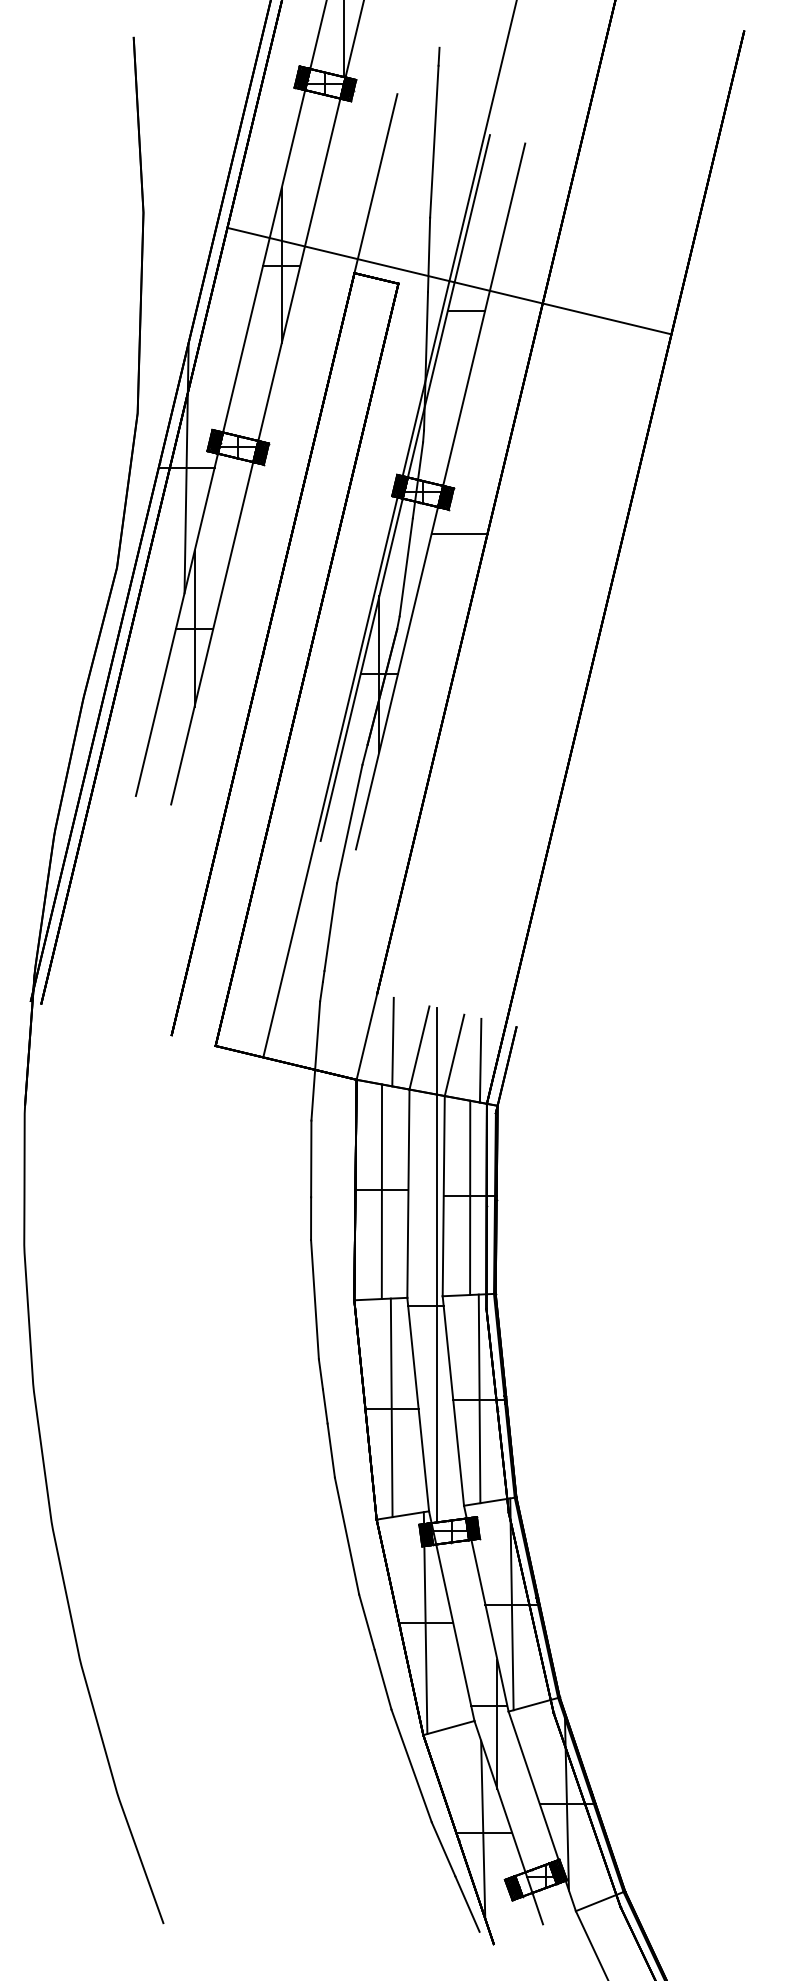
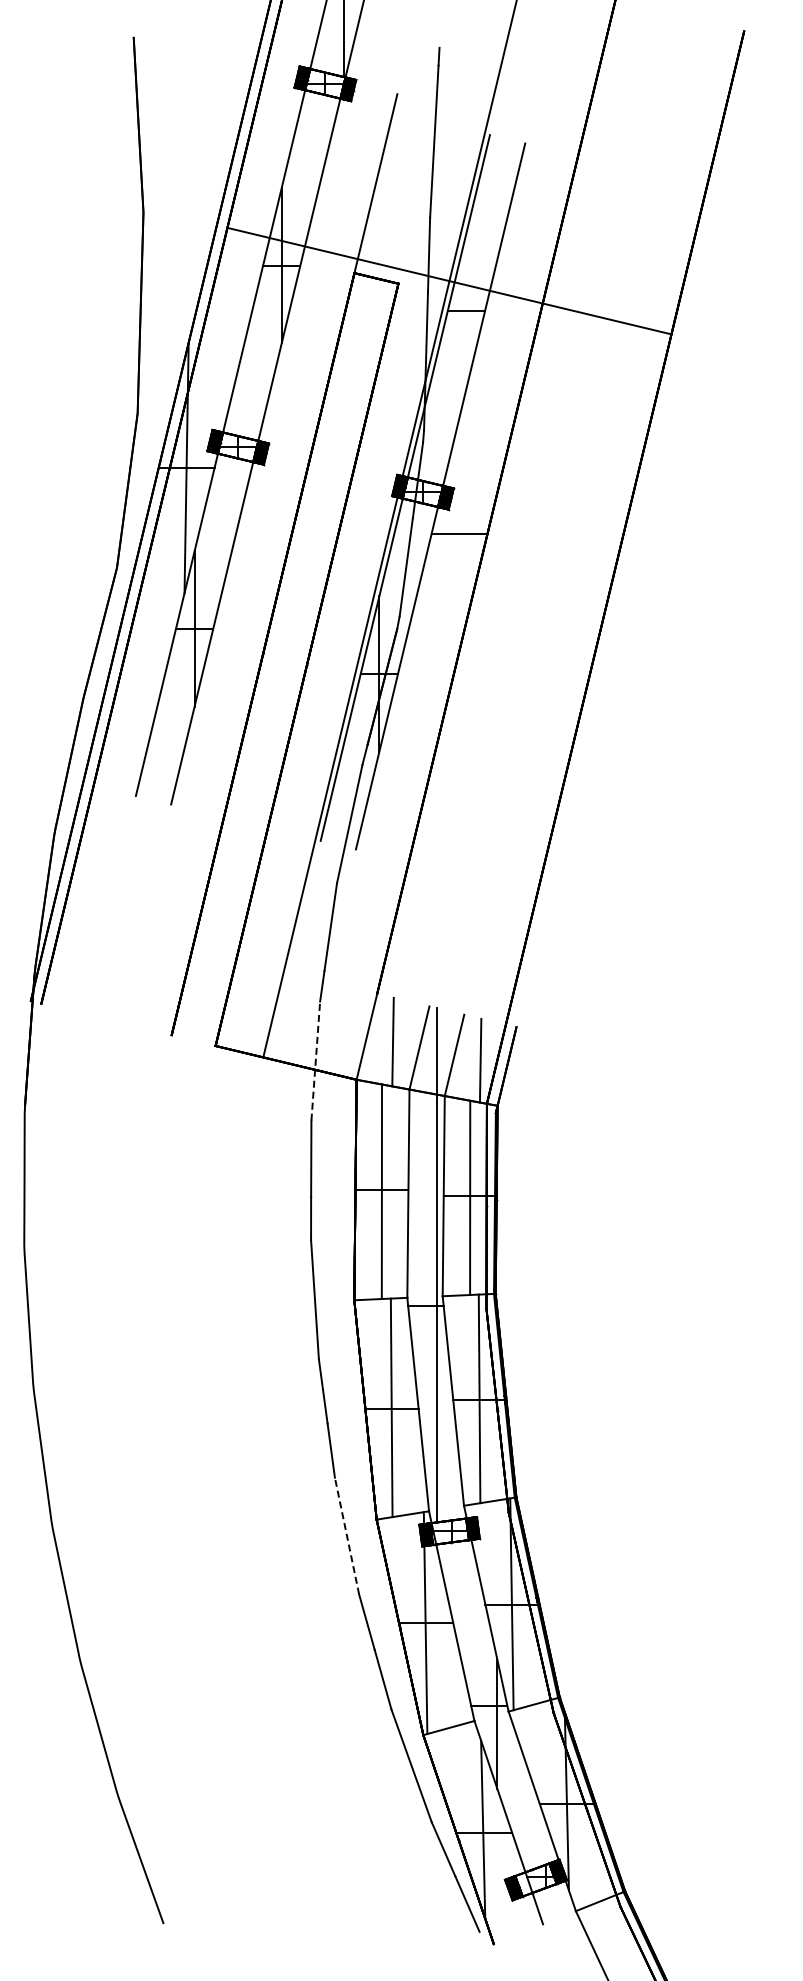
line at (315, 1061): solid -> dashed
line at (347, 1536): solid -> dashed
